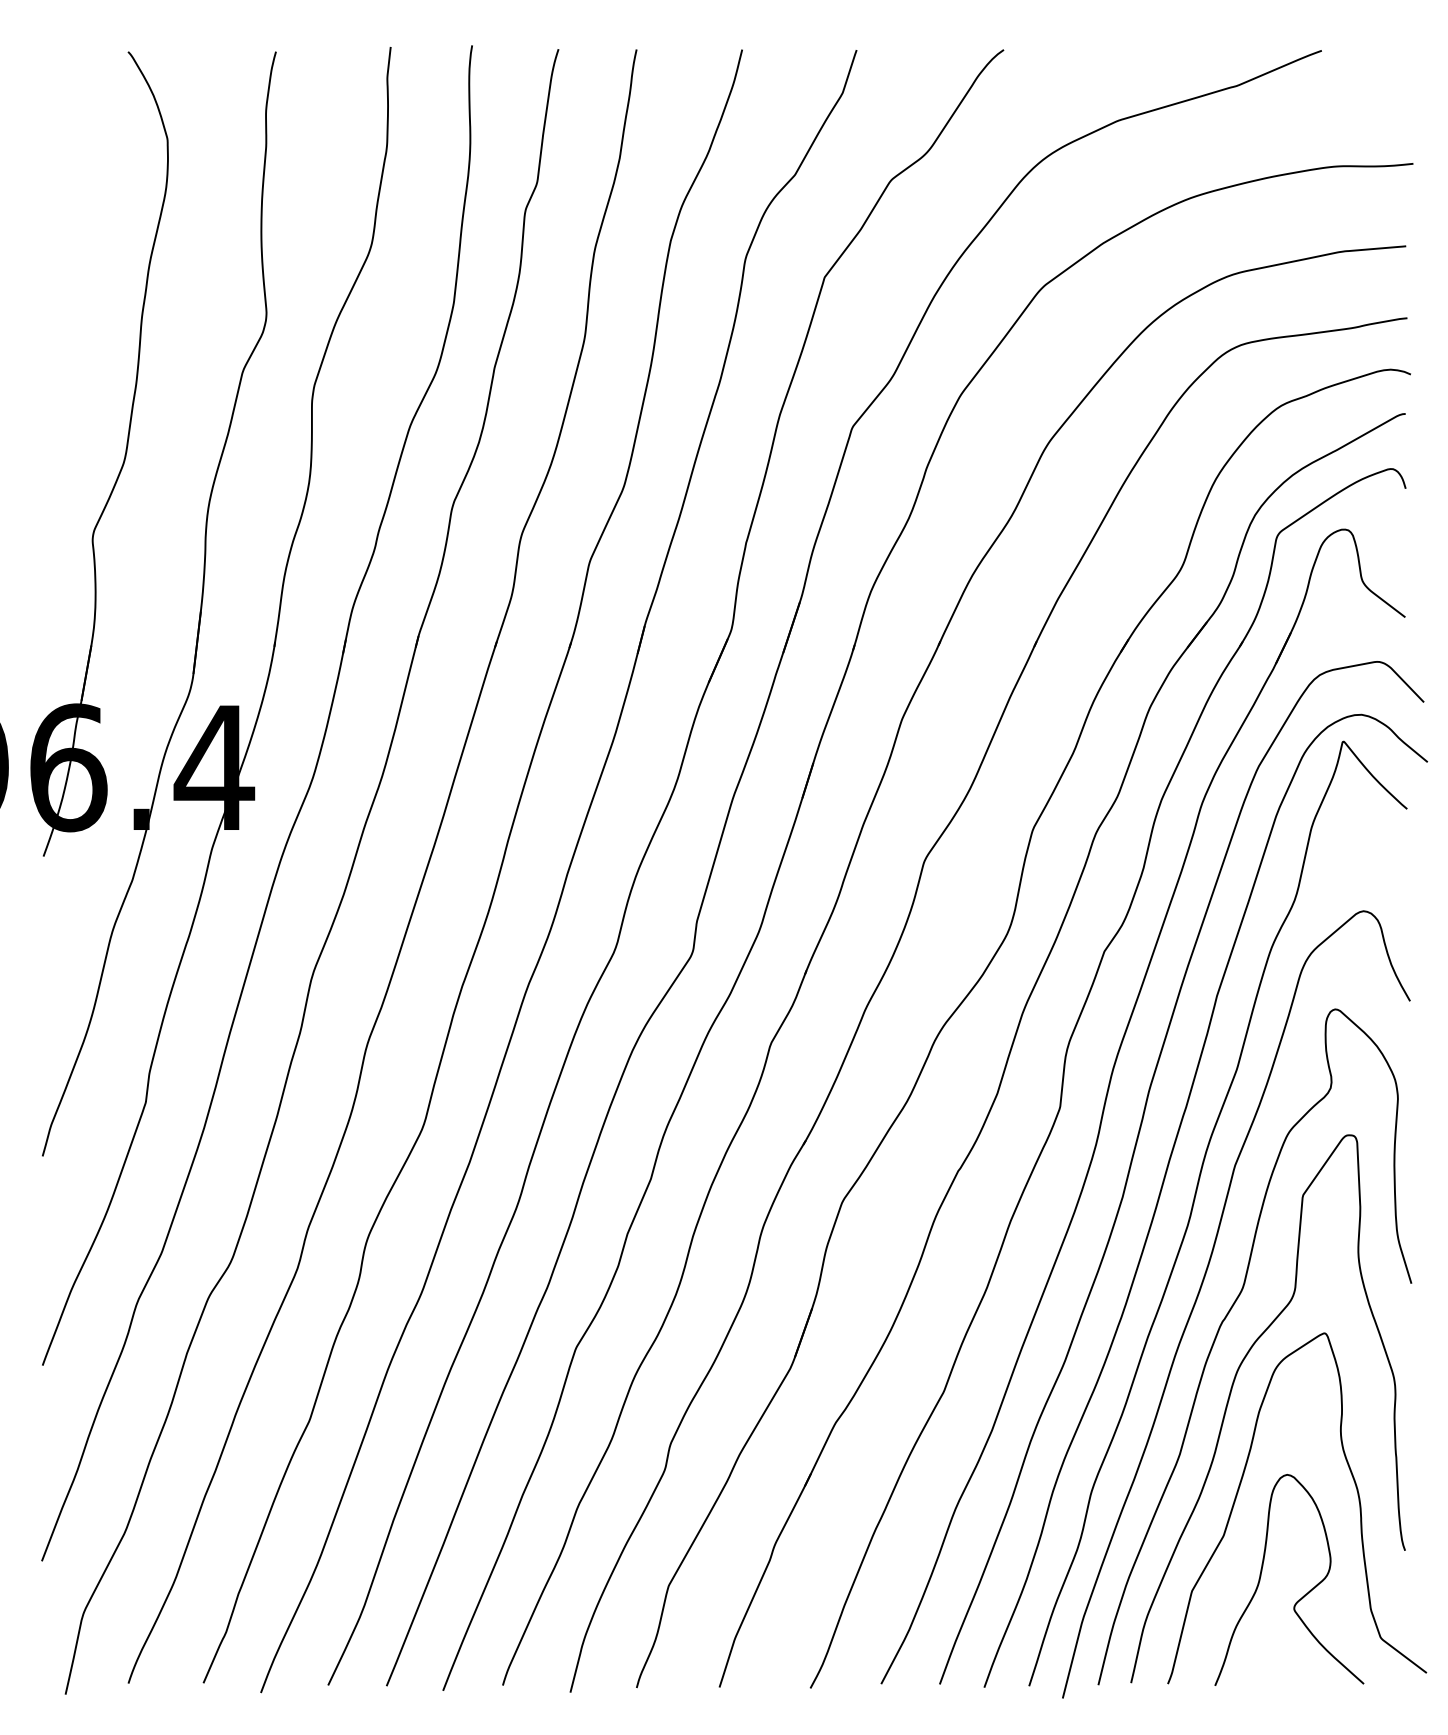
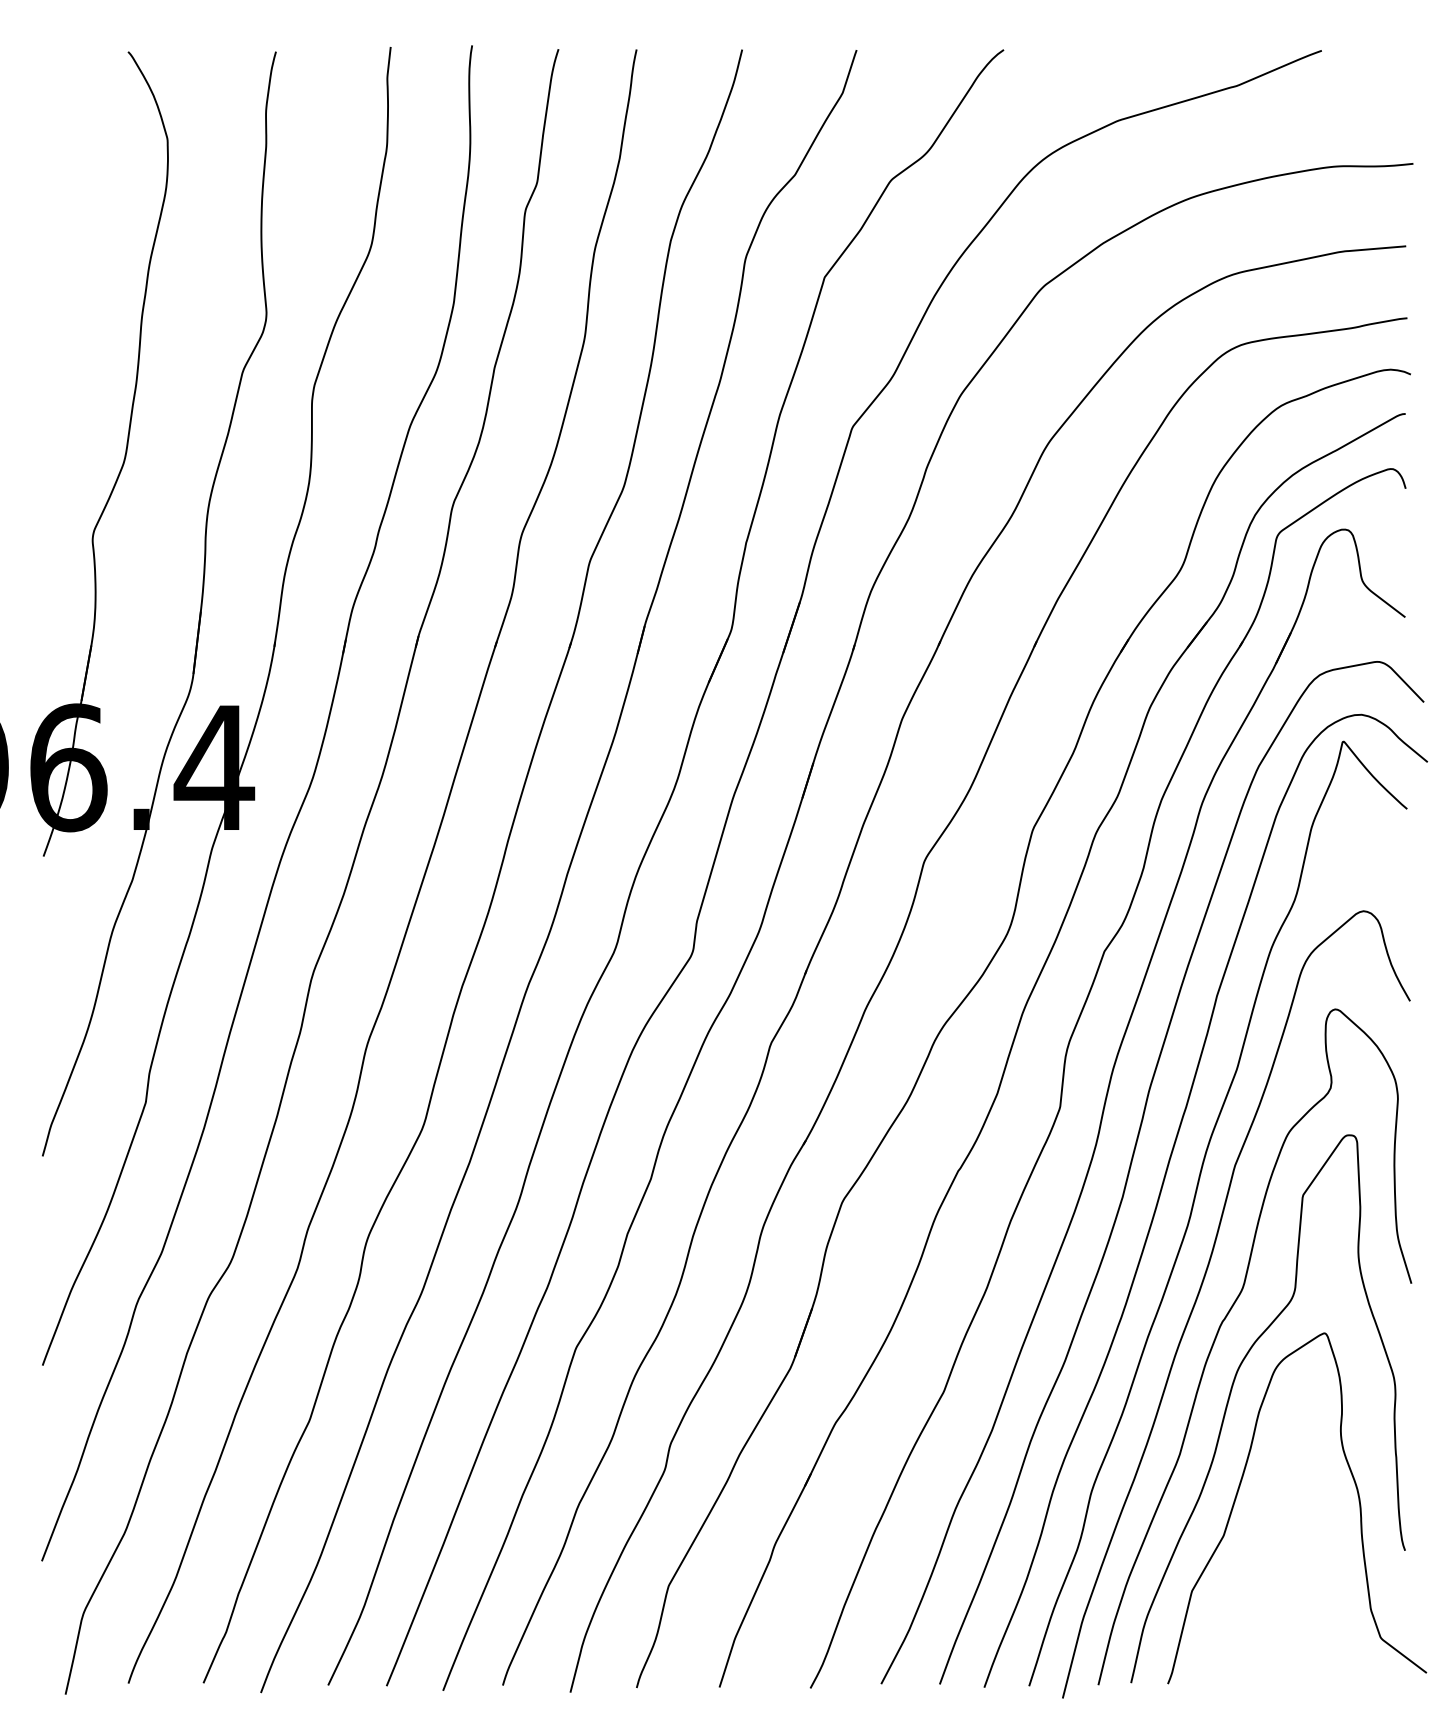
curve at (1304, 1594): present -> none
